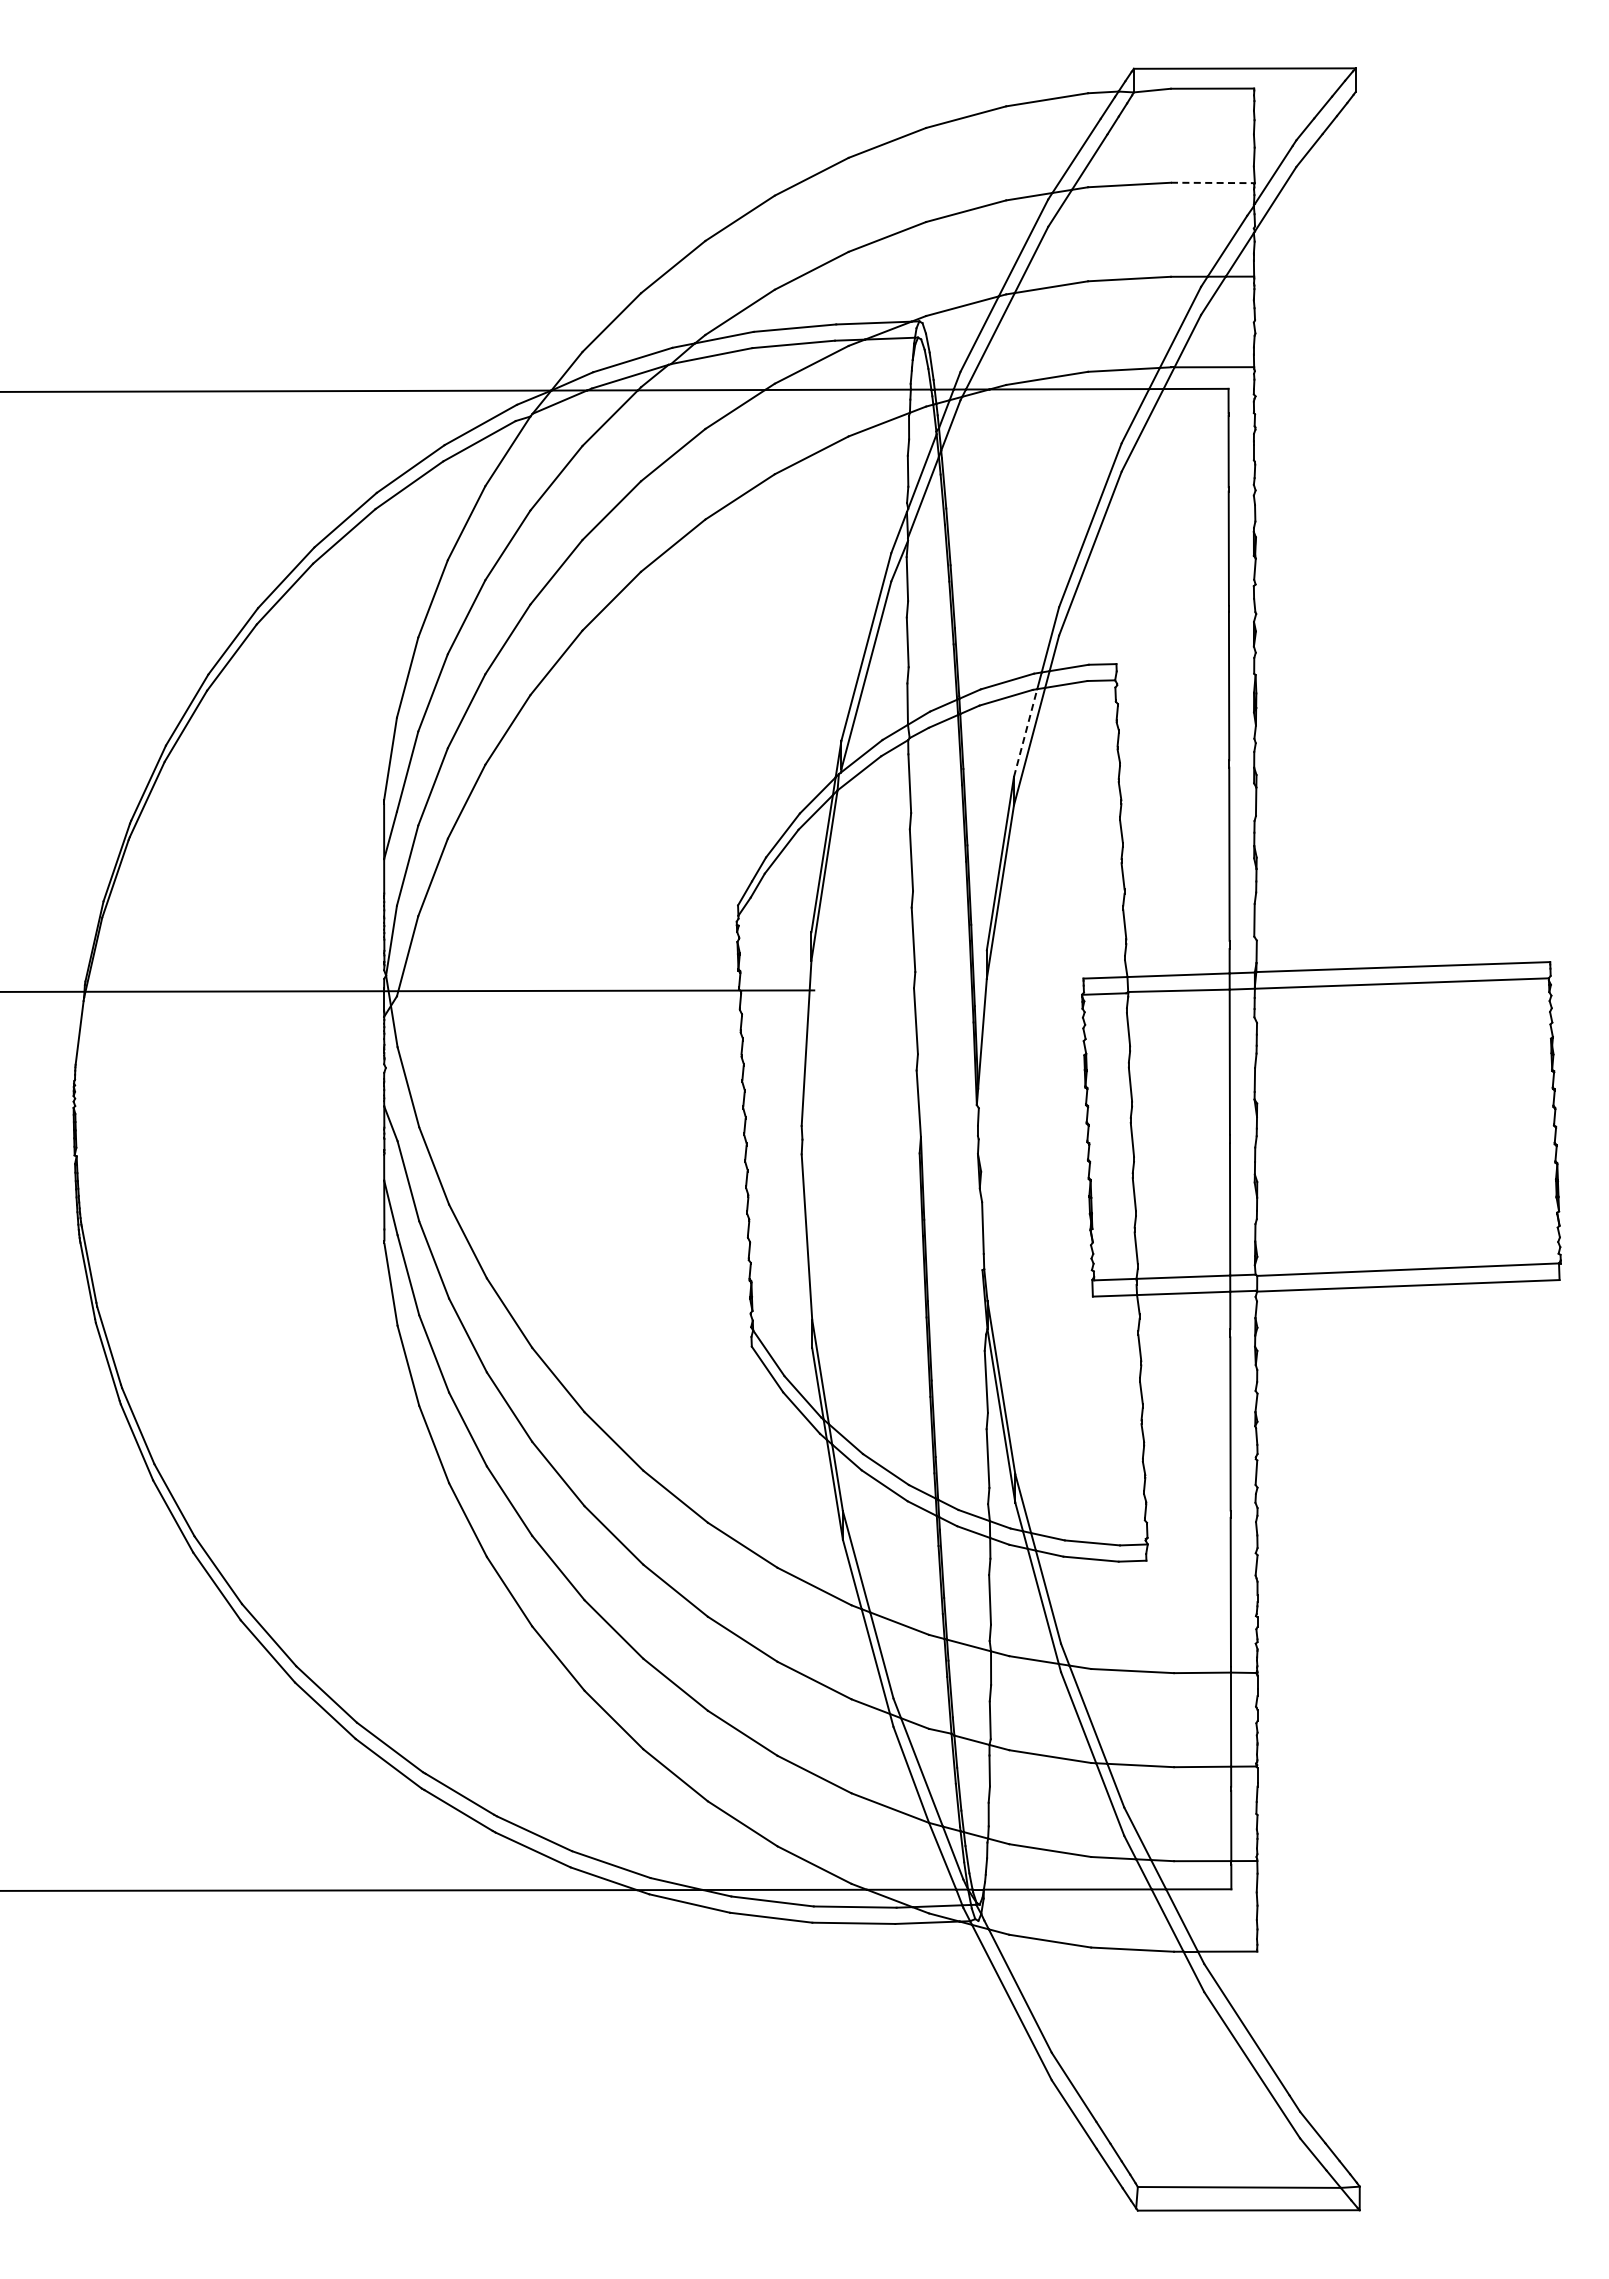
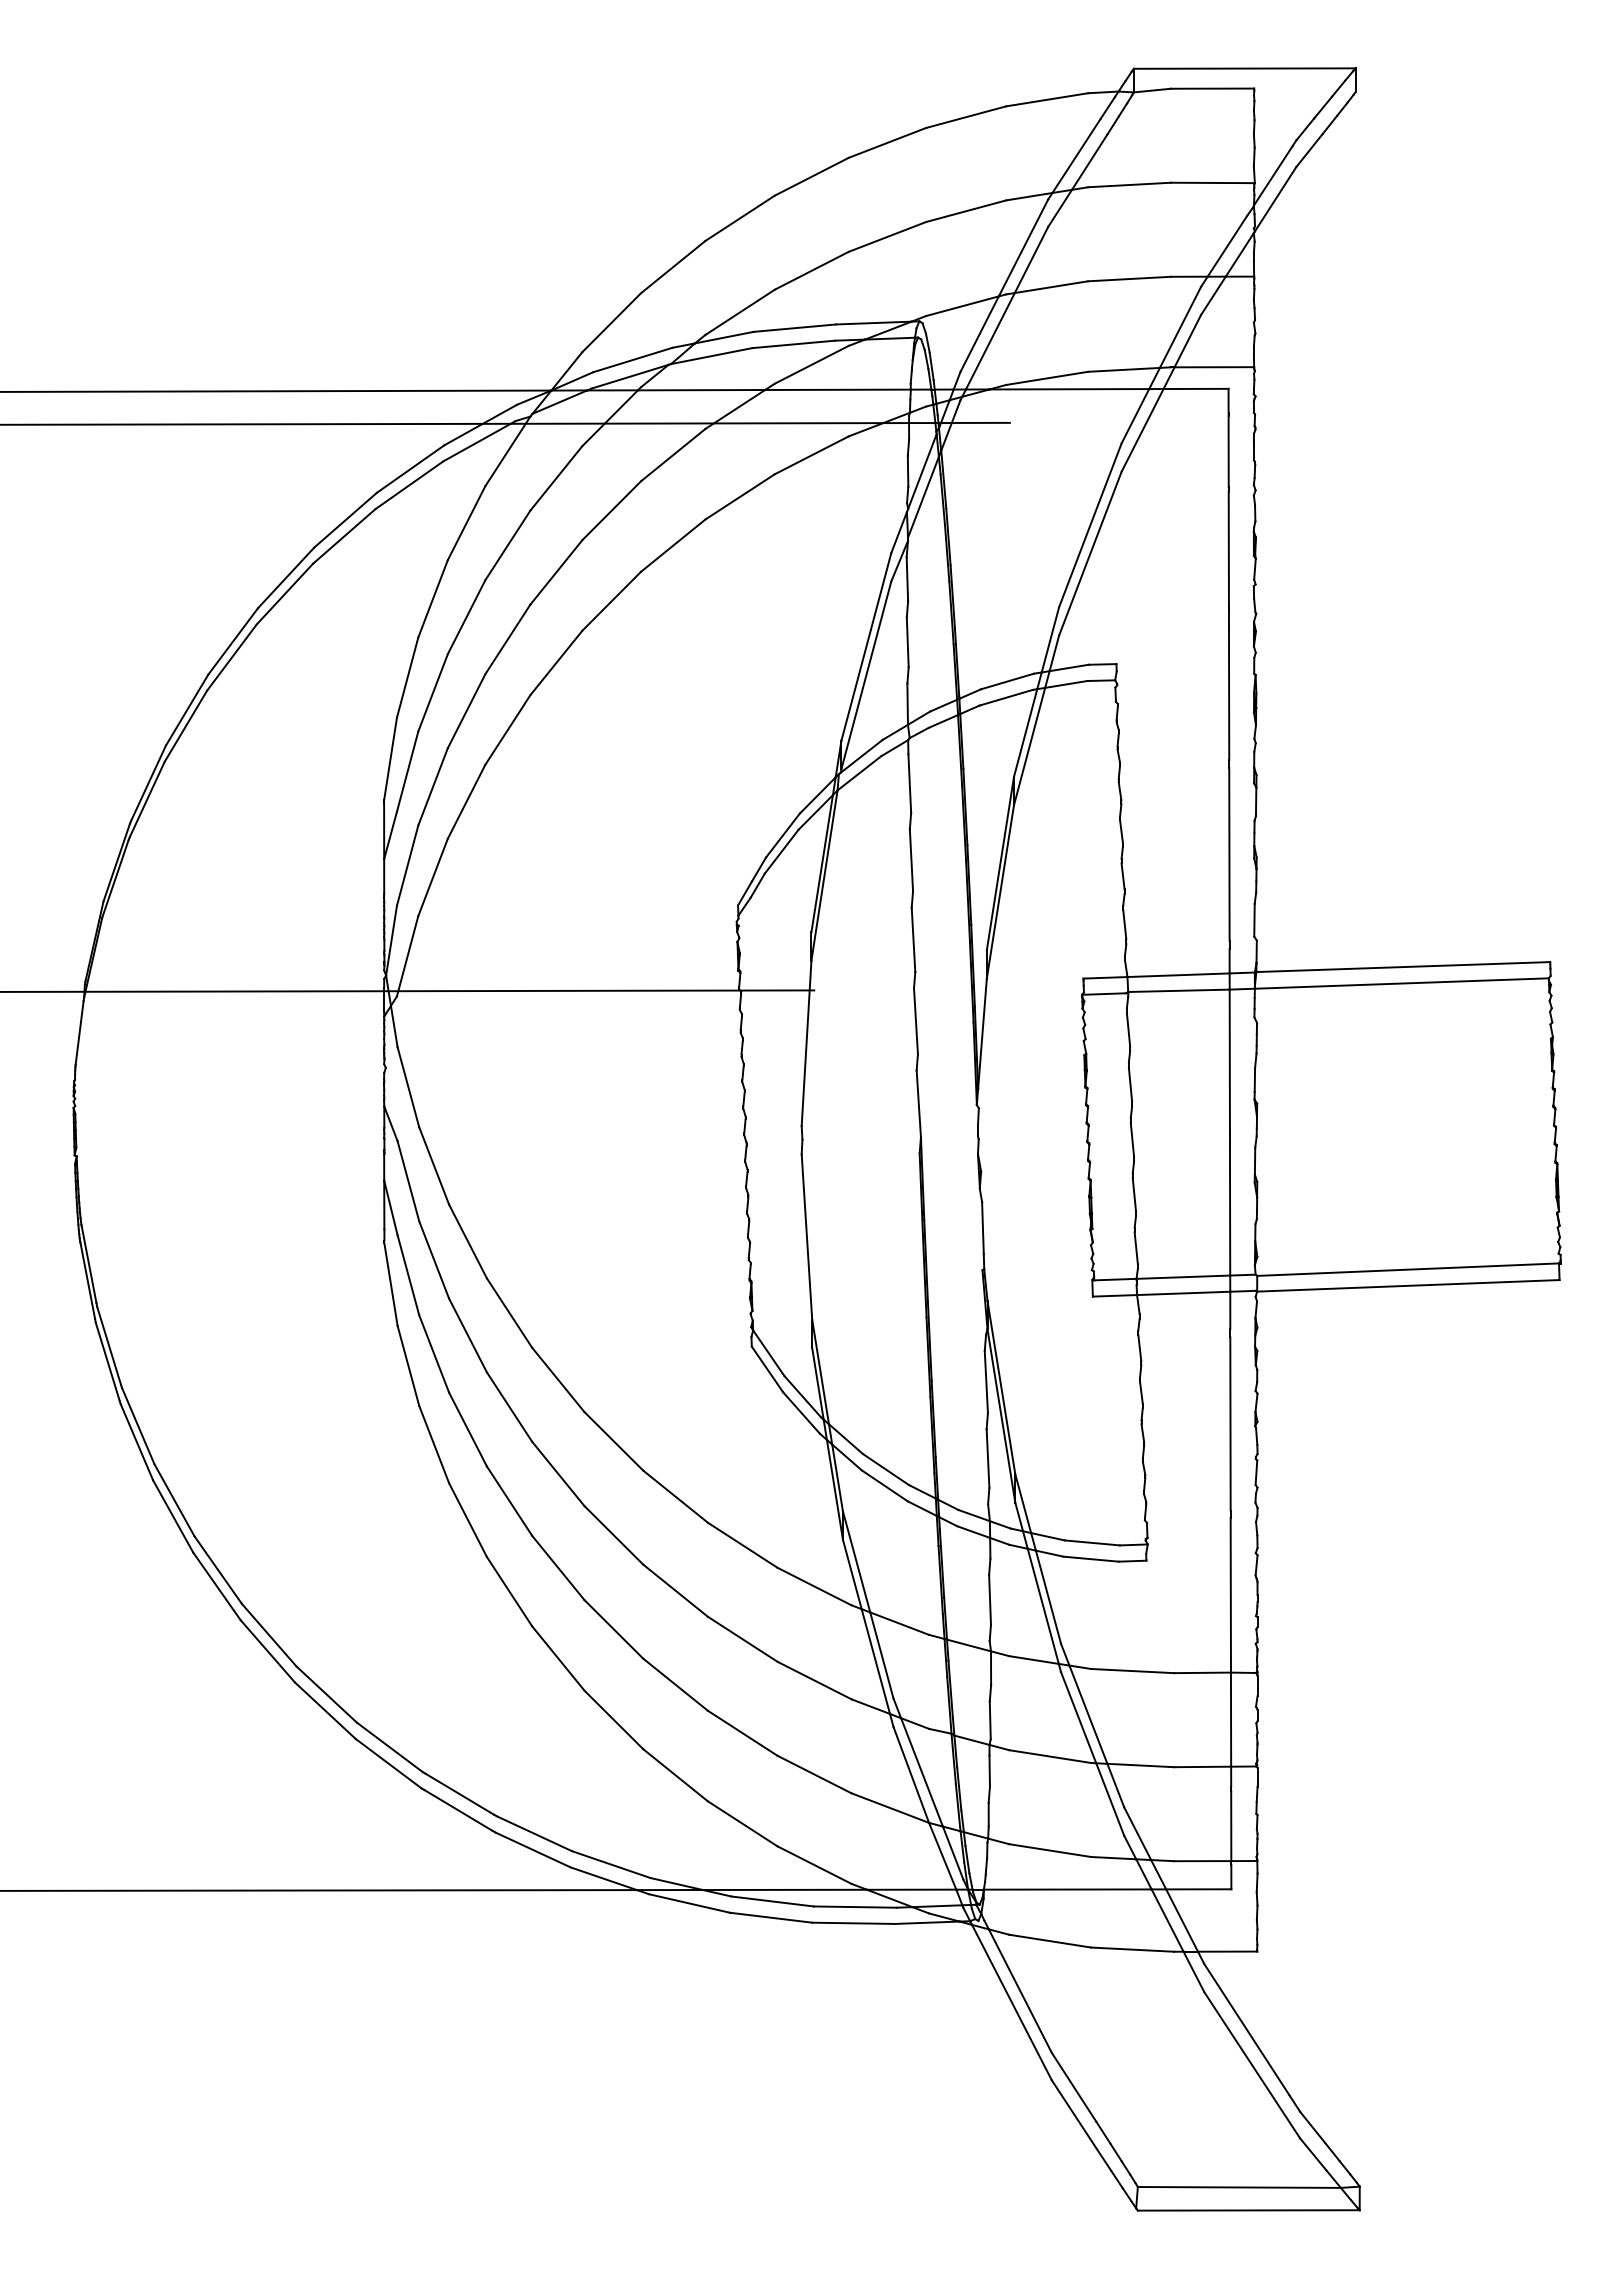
line at (1212, 182): dashed -> solid
line at (505, 423): none -> present
line at (1025, 732): dashed -> solid
